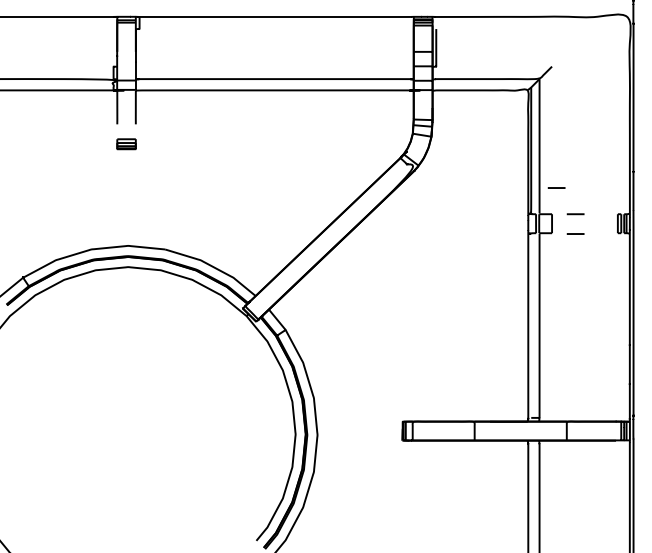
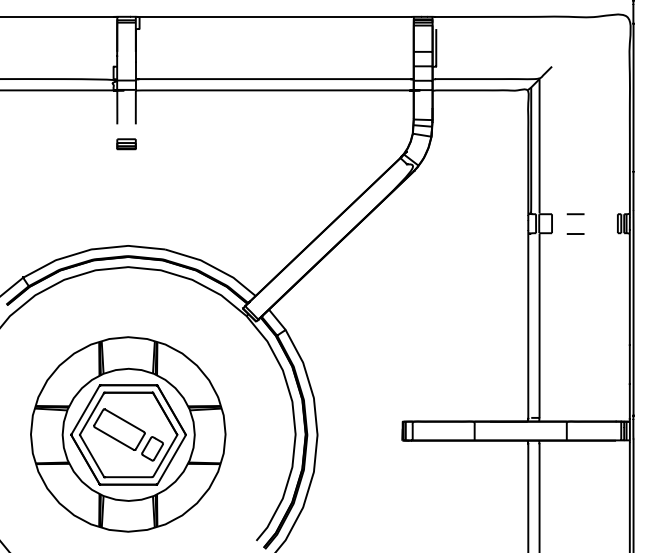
line at (556, 187): present -> none
part at (128, 434): none -> present
